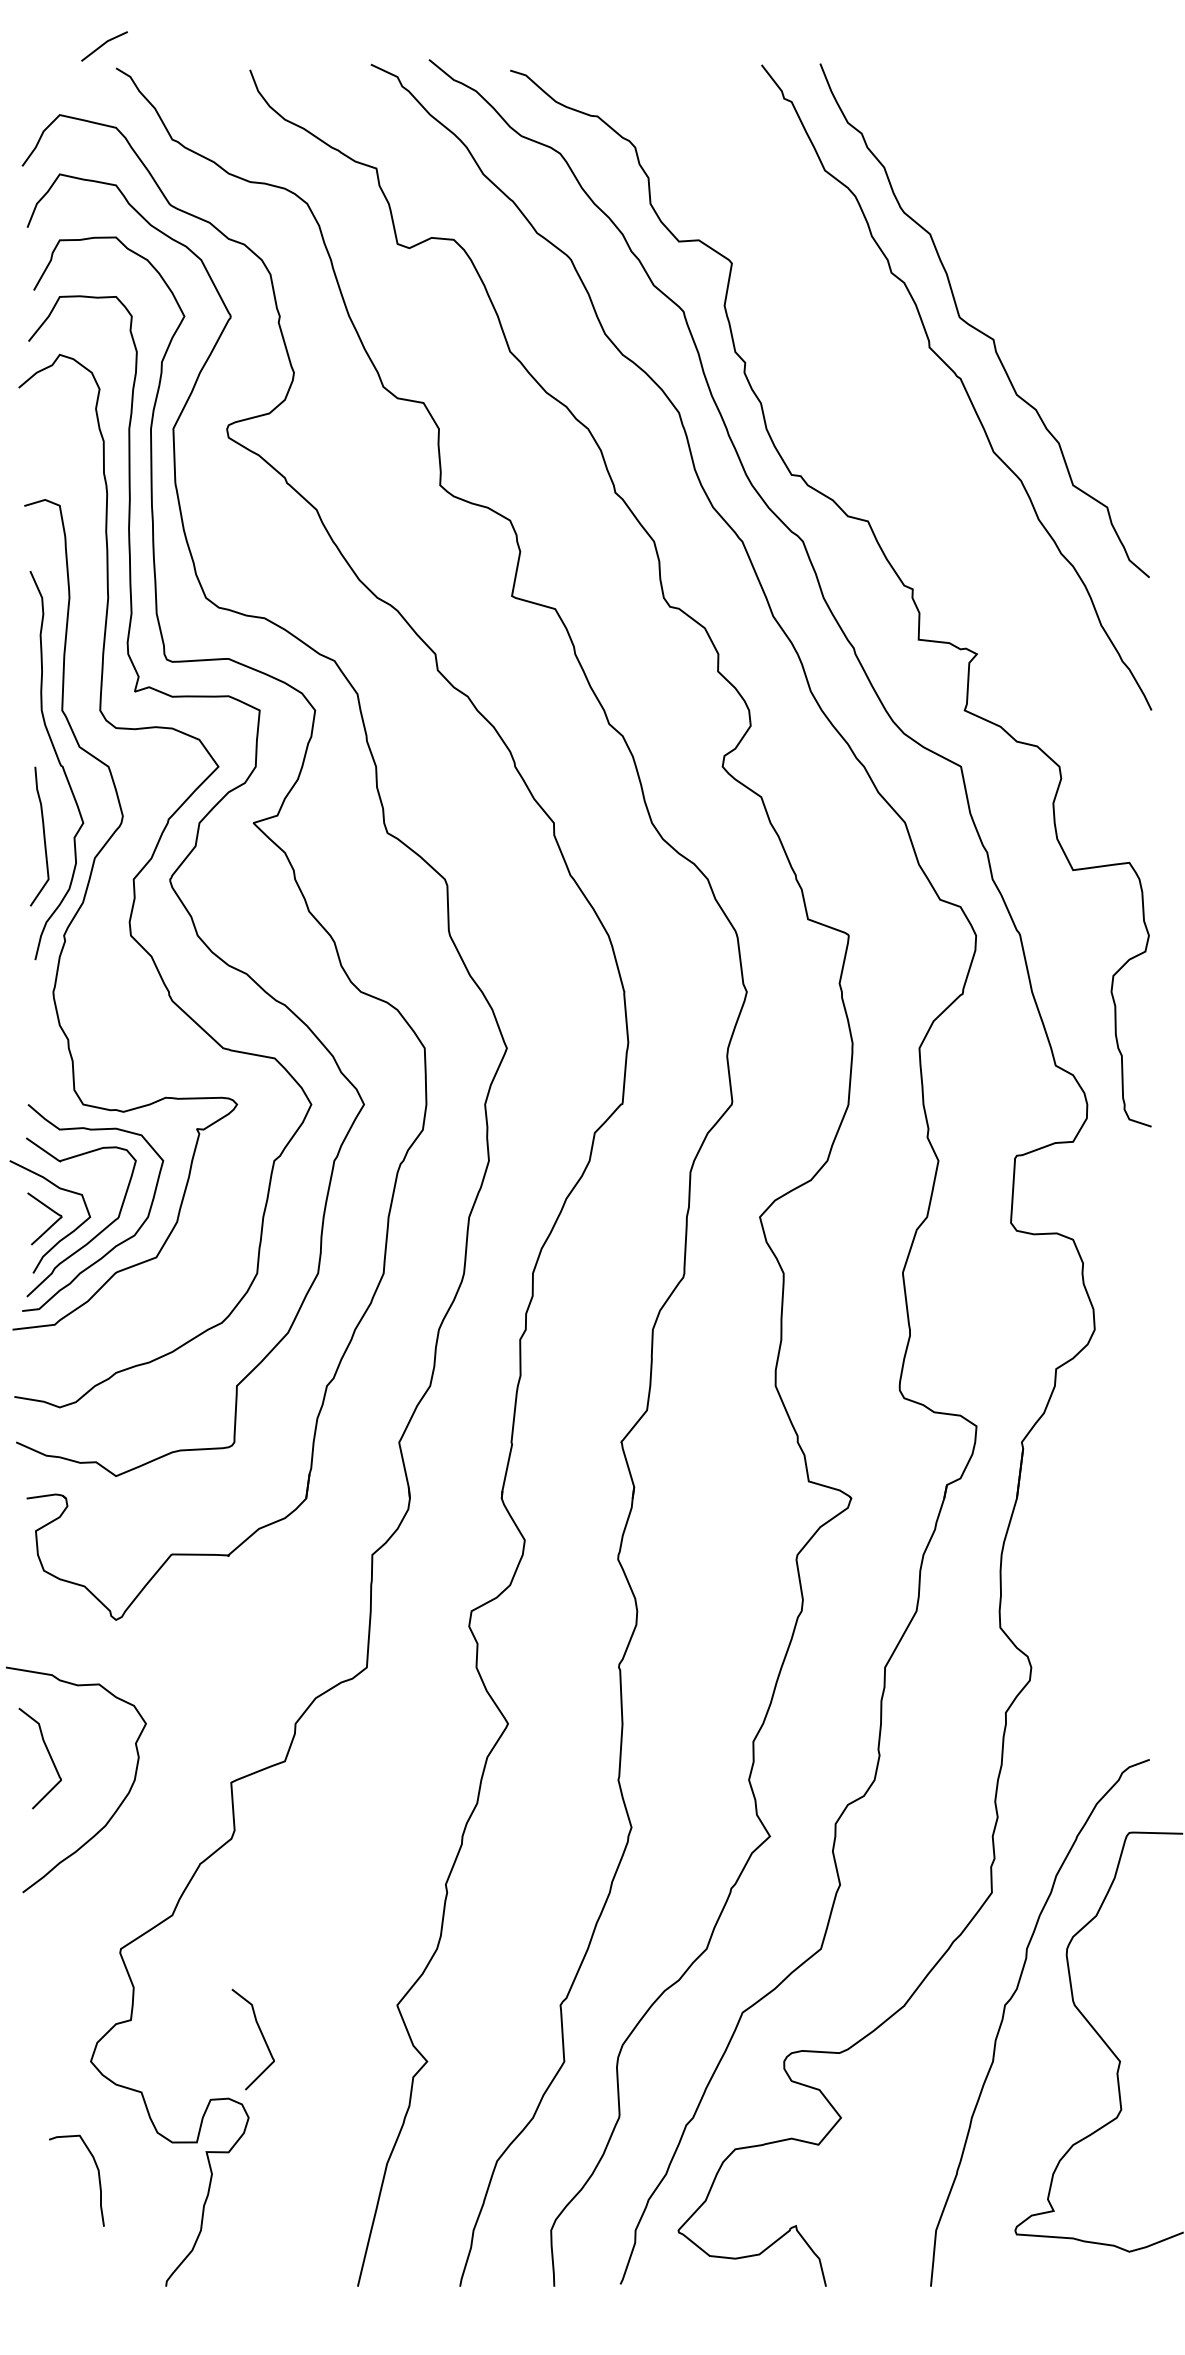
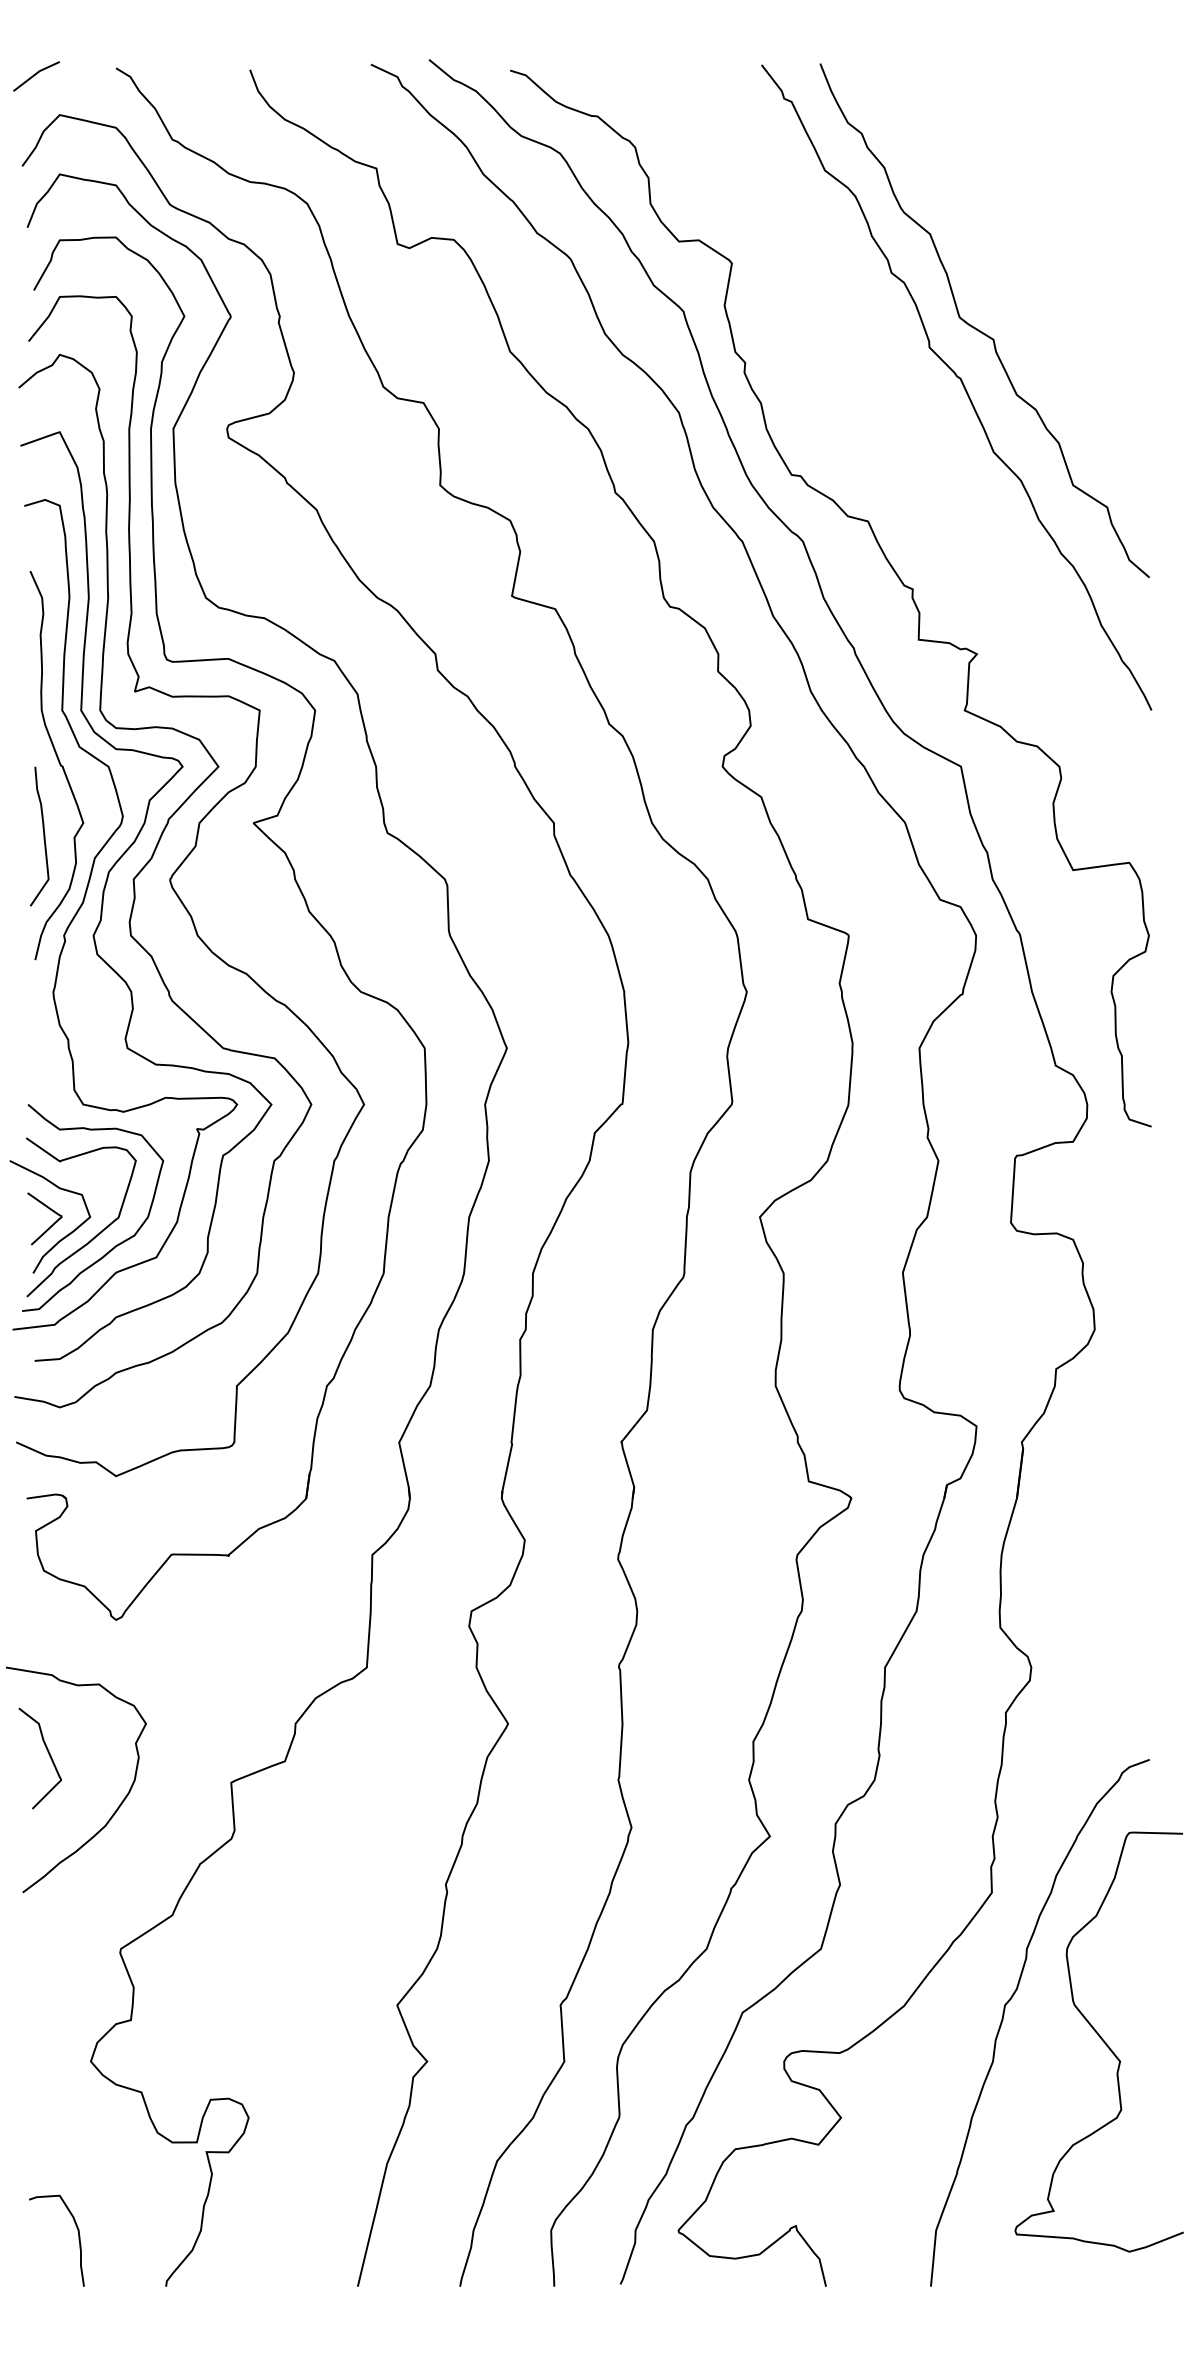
line at (103, 45) position: (103, 45) -> (35, 75)
curve at (107, 882): none -> present
curve at (261, 2035): present -> none
curve at (98, 2180) position: (98, 2180) -> (78, 2240)
